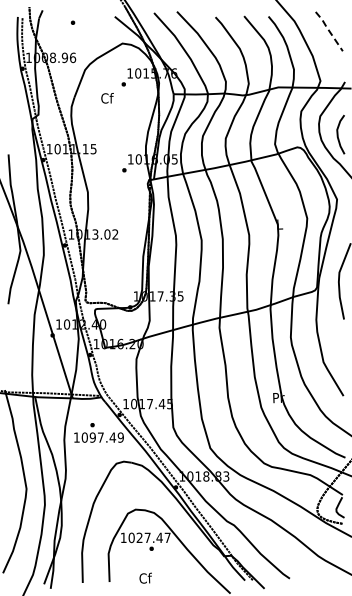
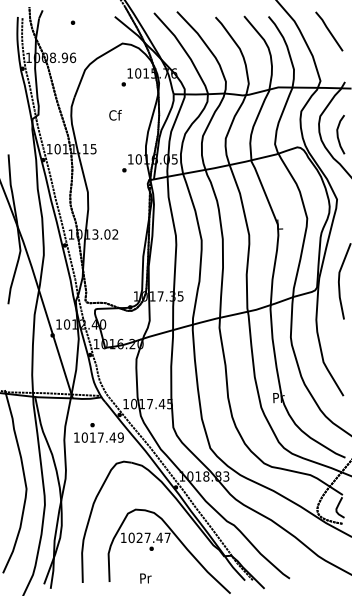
line at (328, 30): dashed -> solid
text at (107, 98) position: (107, 98) -> (115, 115)
text at (92, 437): 1097.49 -> 1017.49
text at (145, 577): Cf -> Pr
